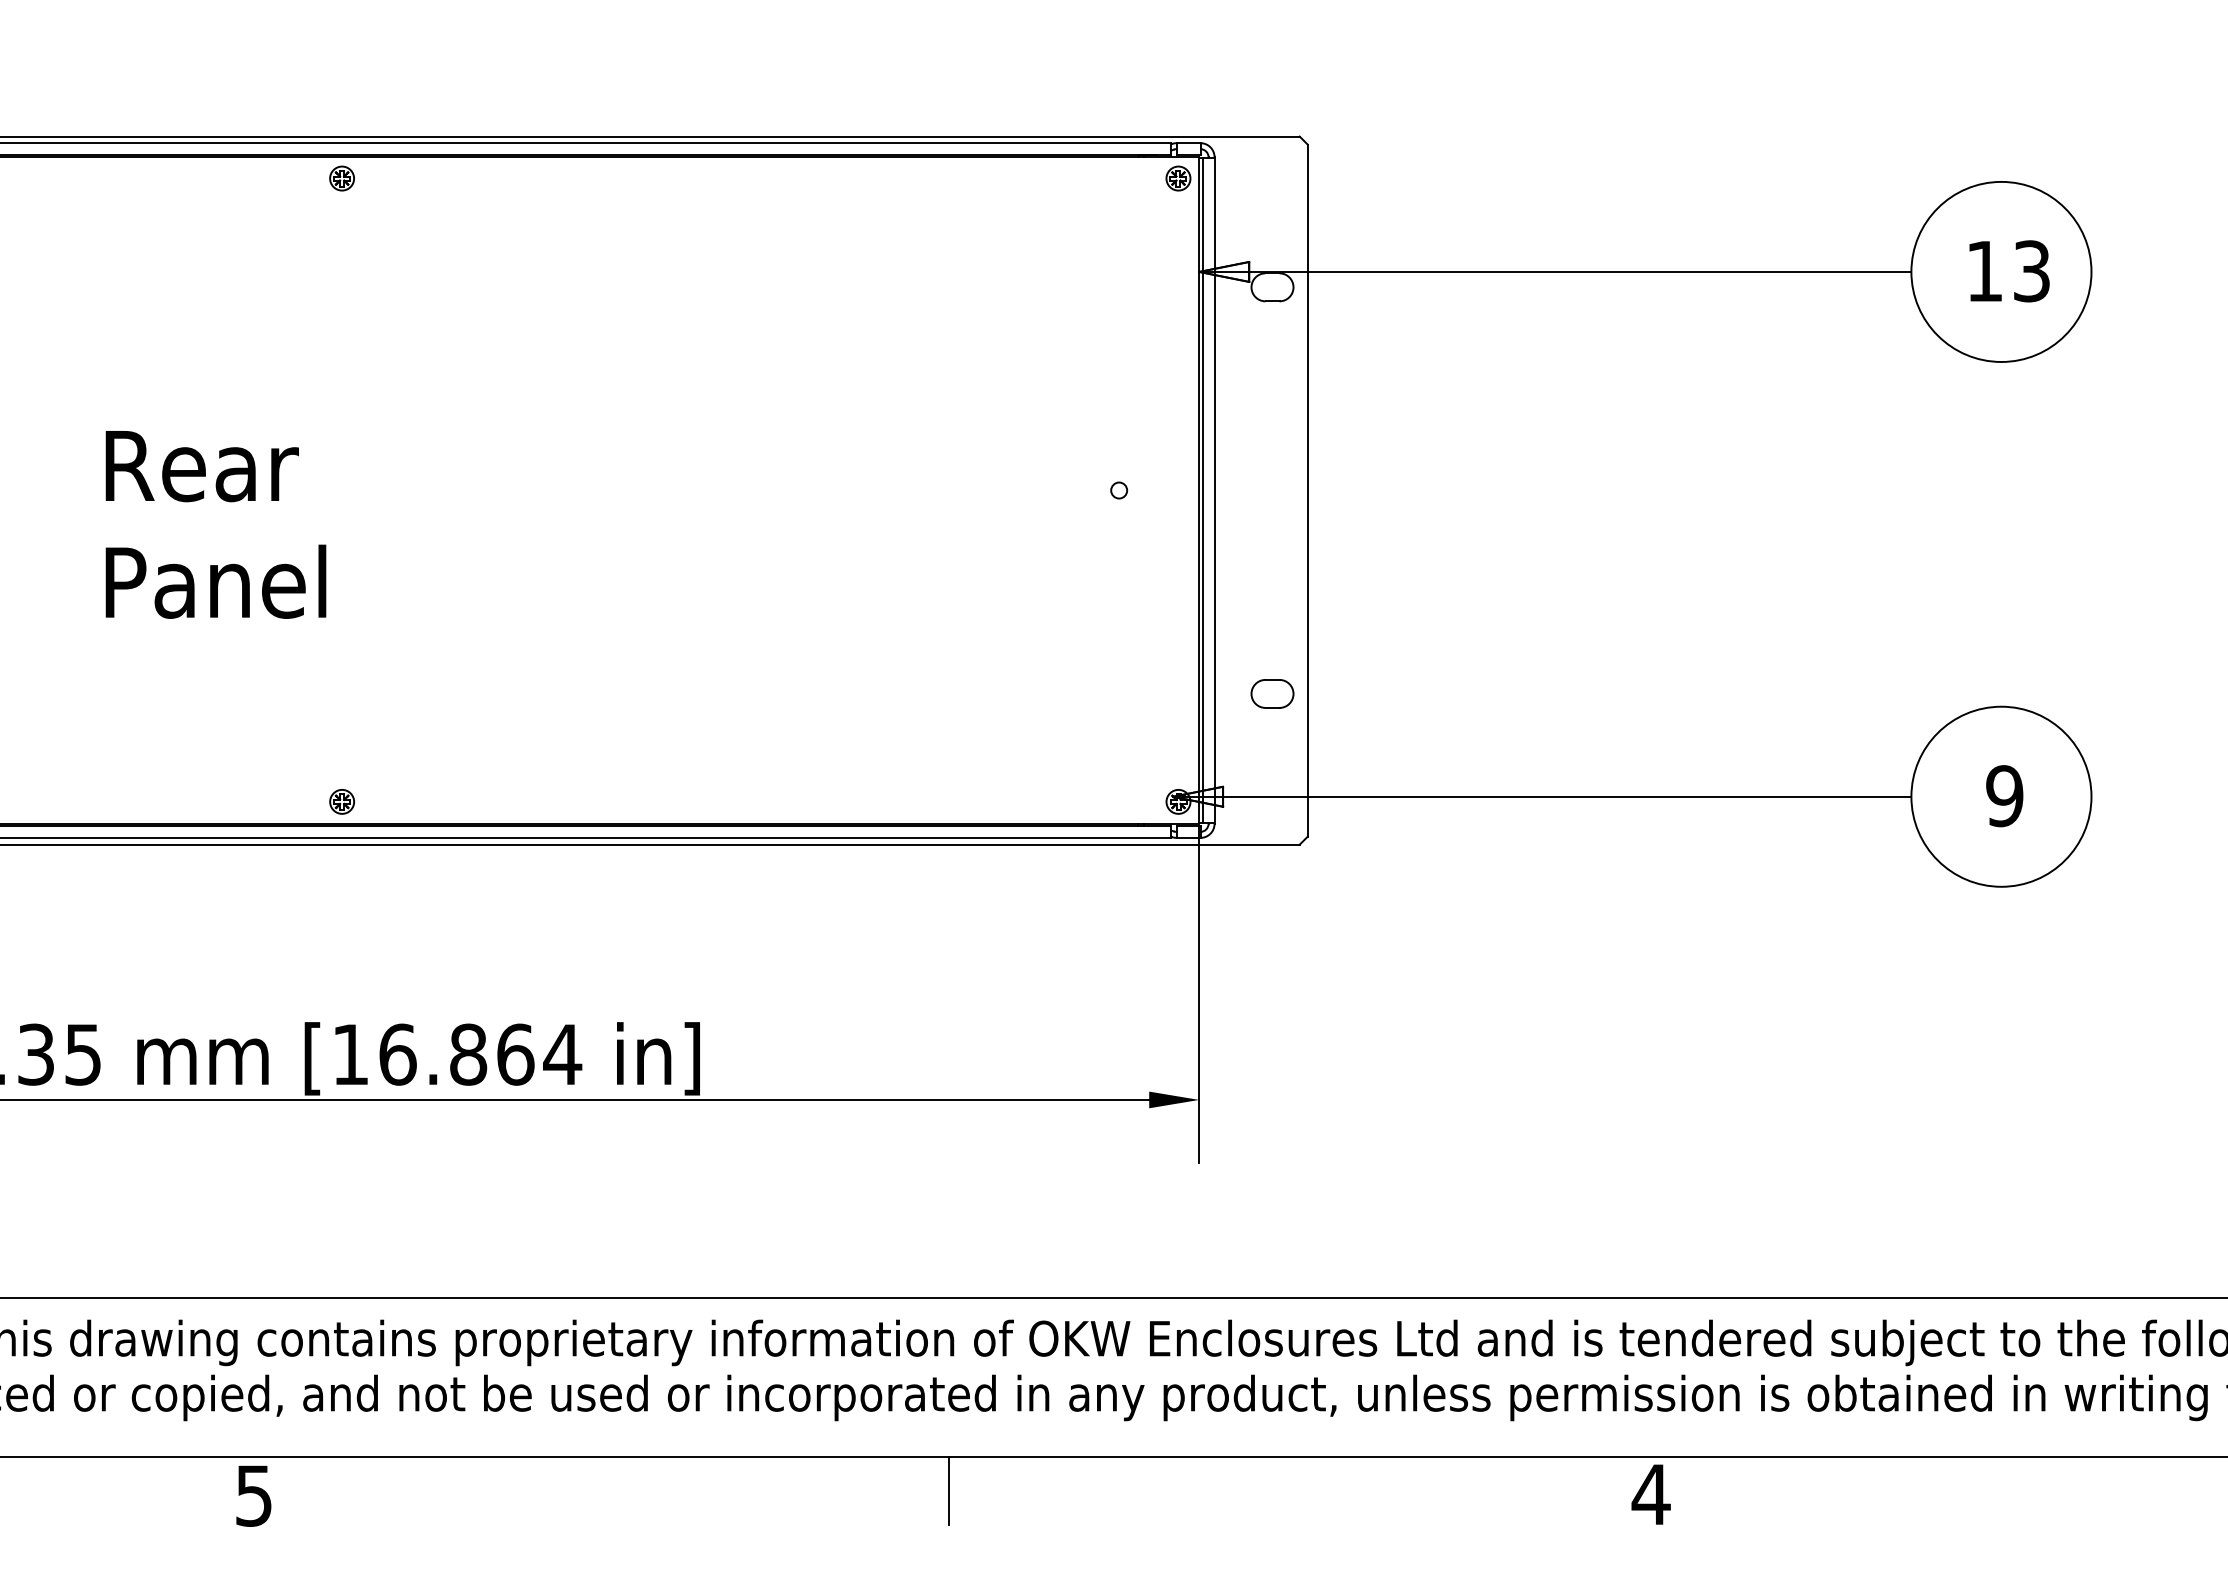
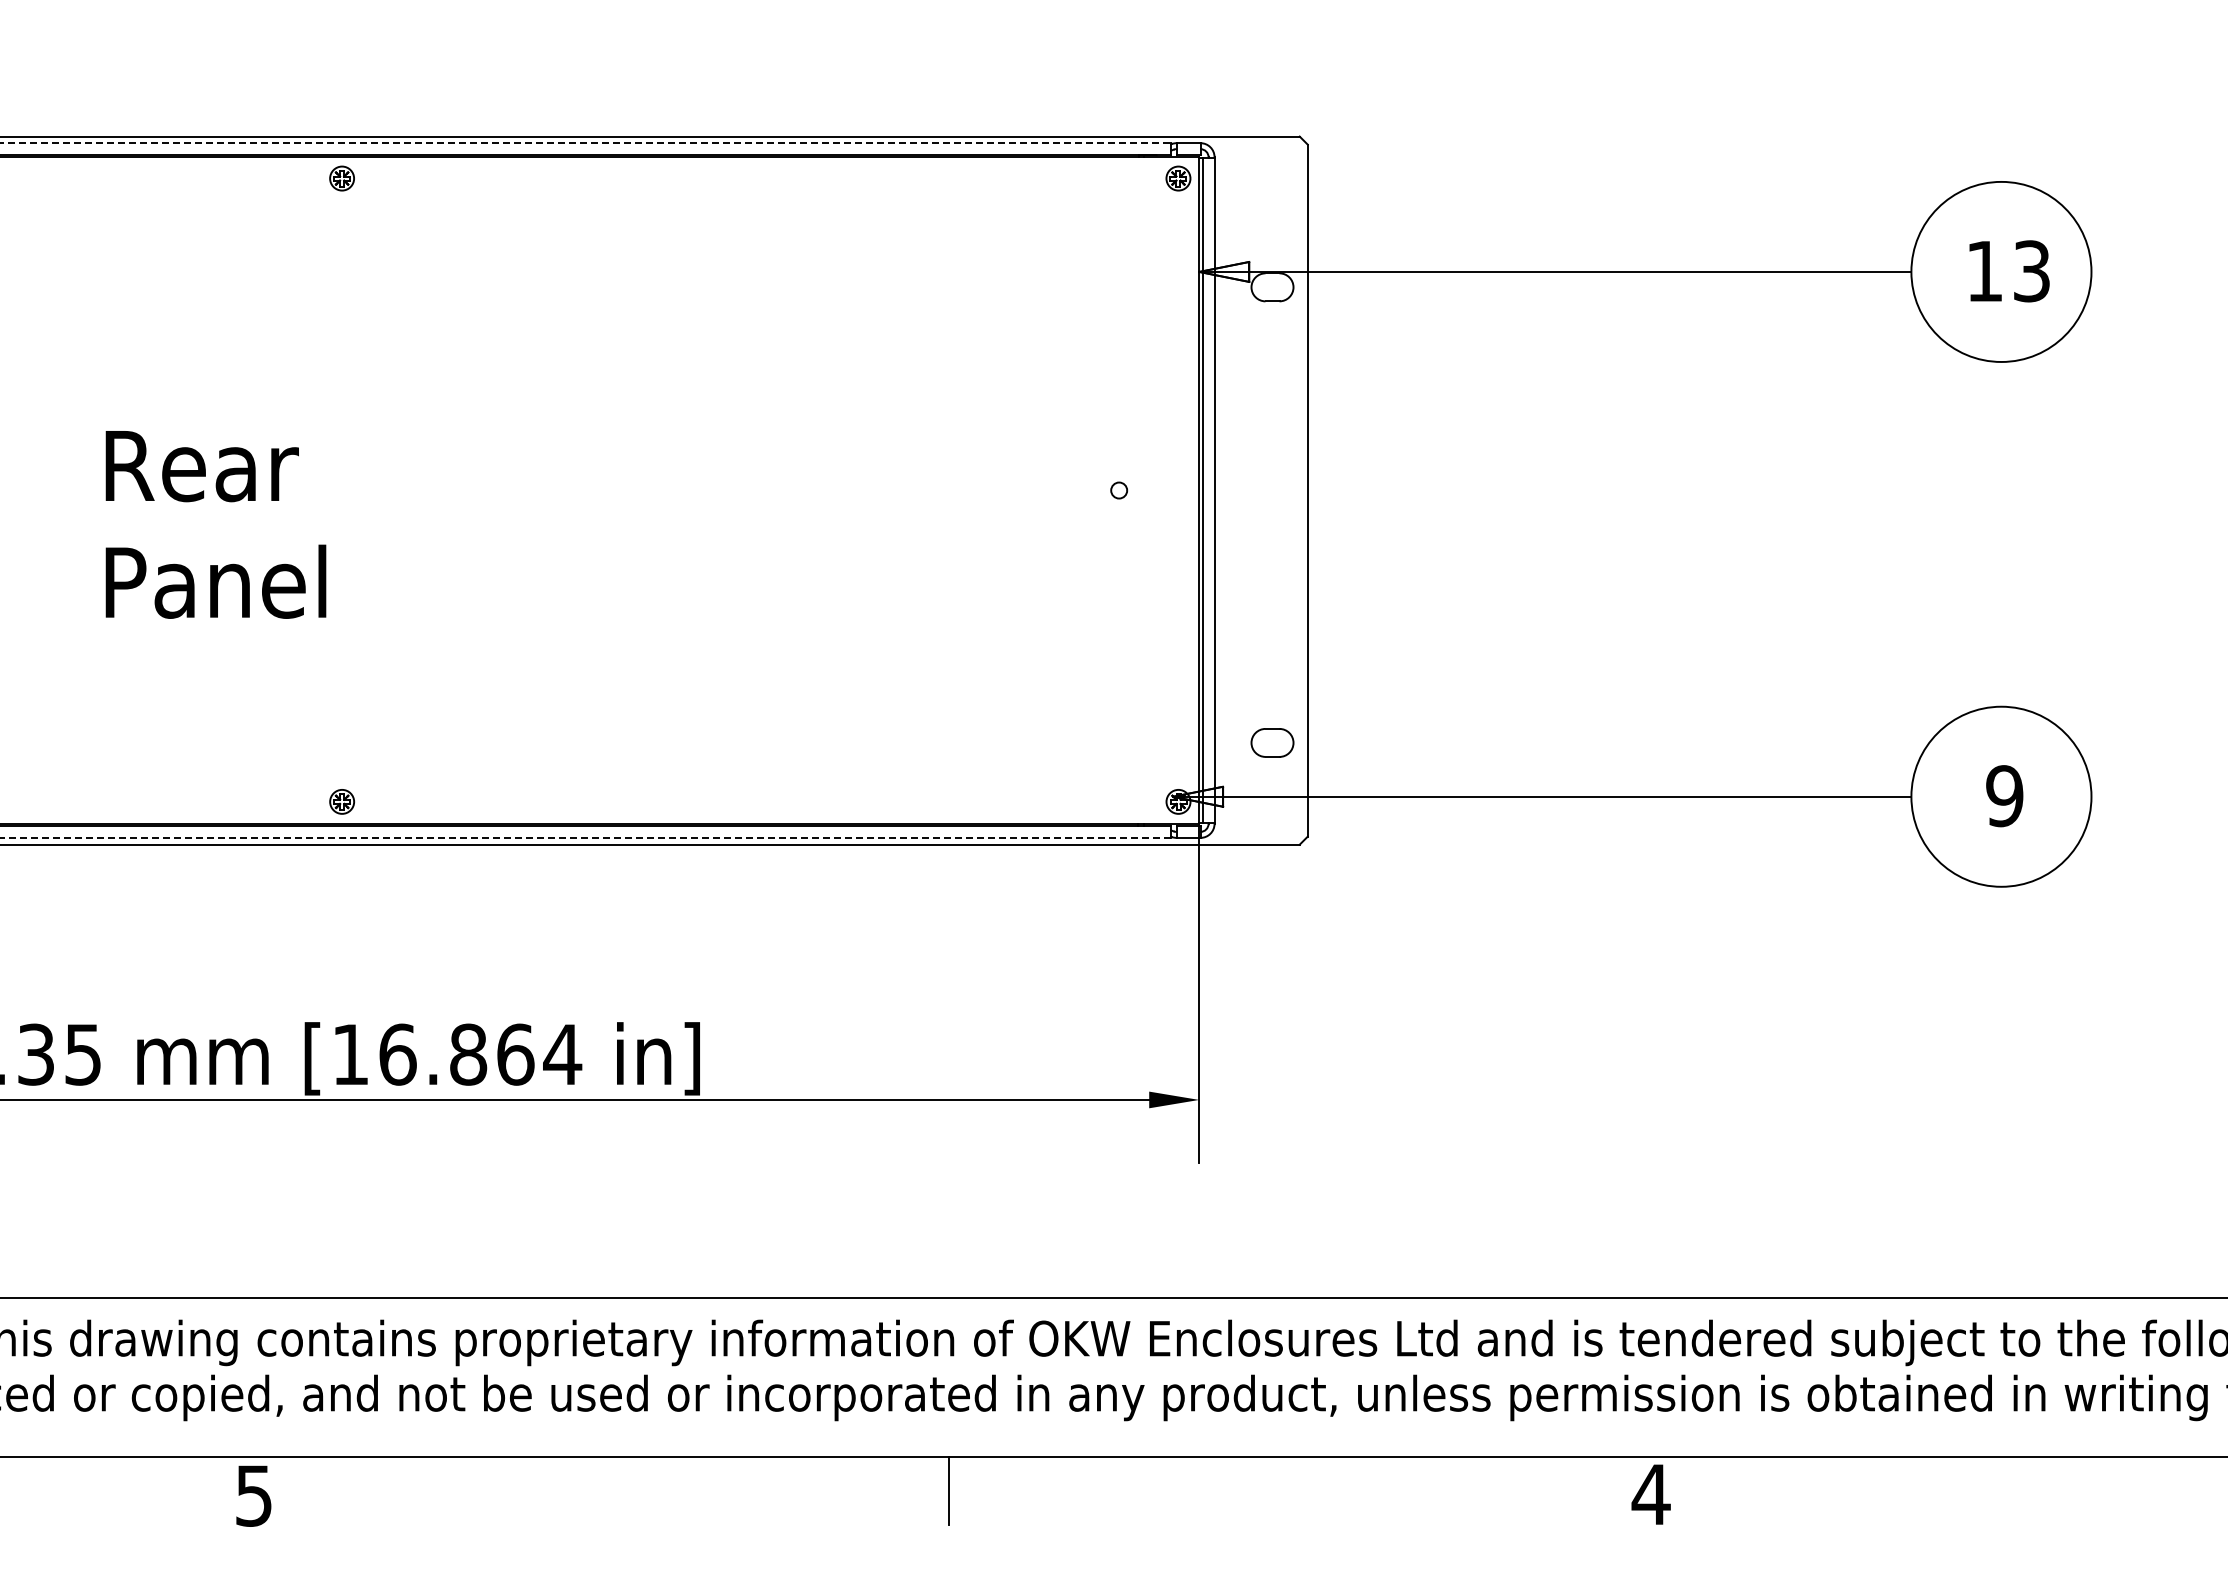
line at (586, 143): solid -> dashed
part at (1272, 693) position: (1272, 693) -> (1272, 742)
line at (585, 837): solid -> dashed
